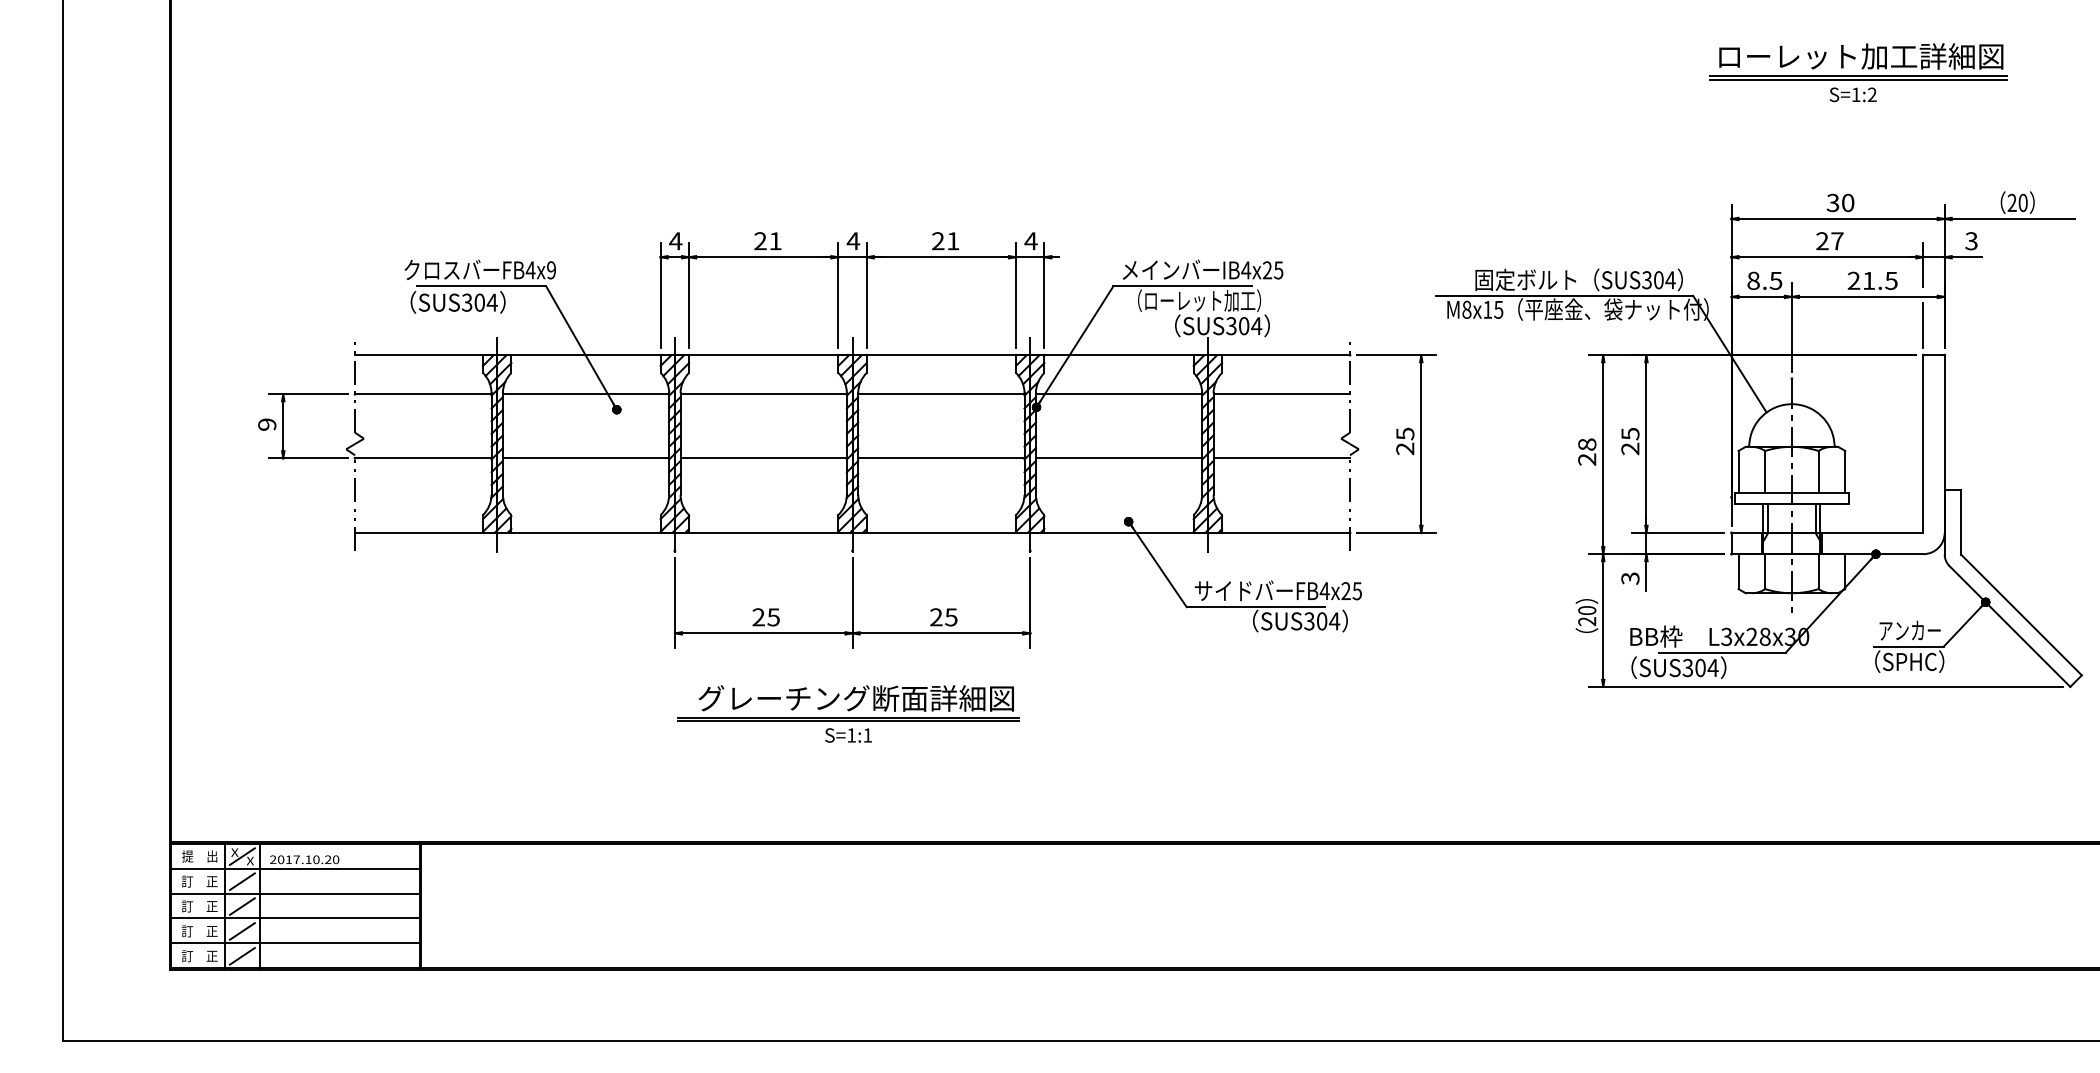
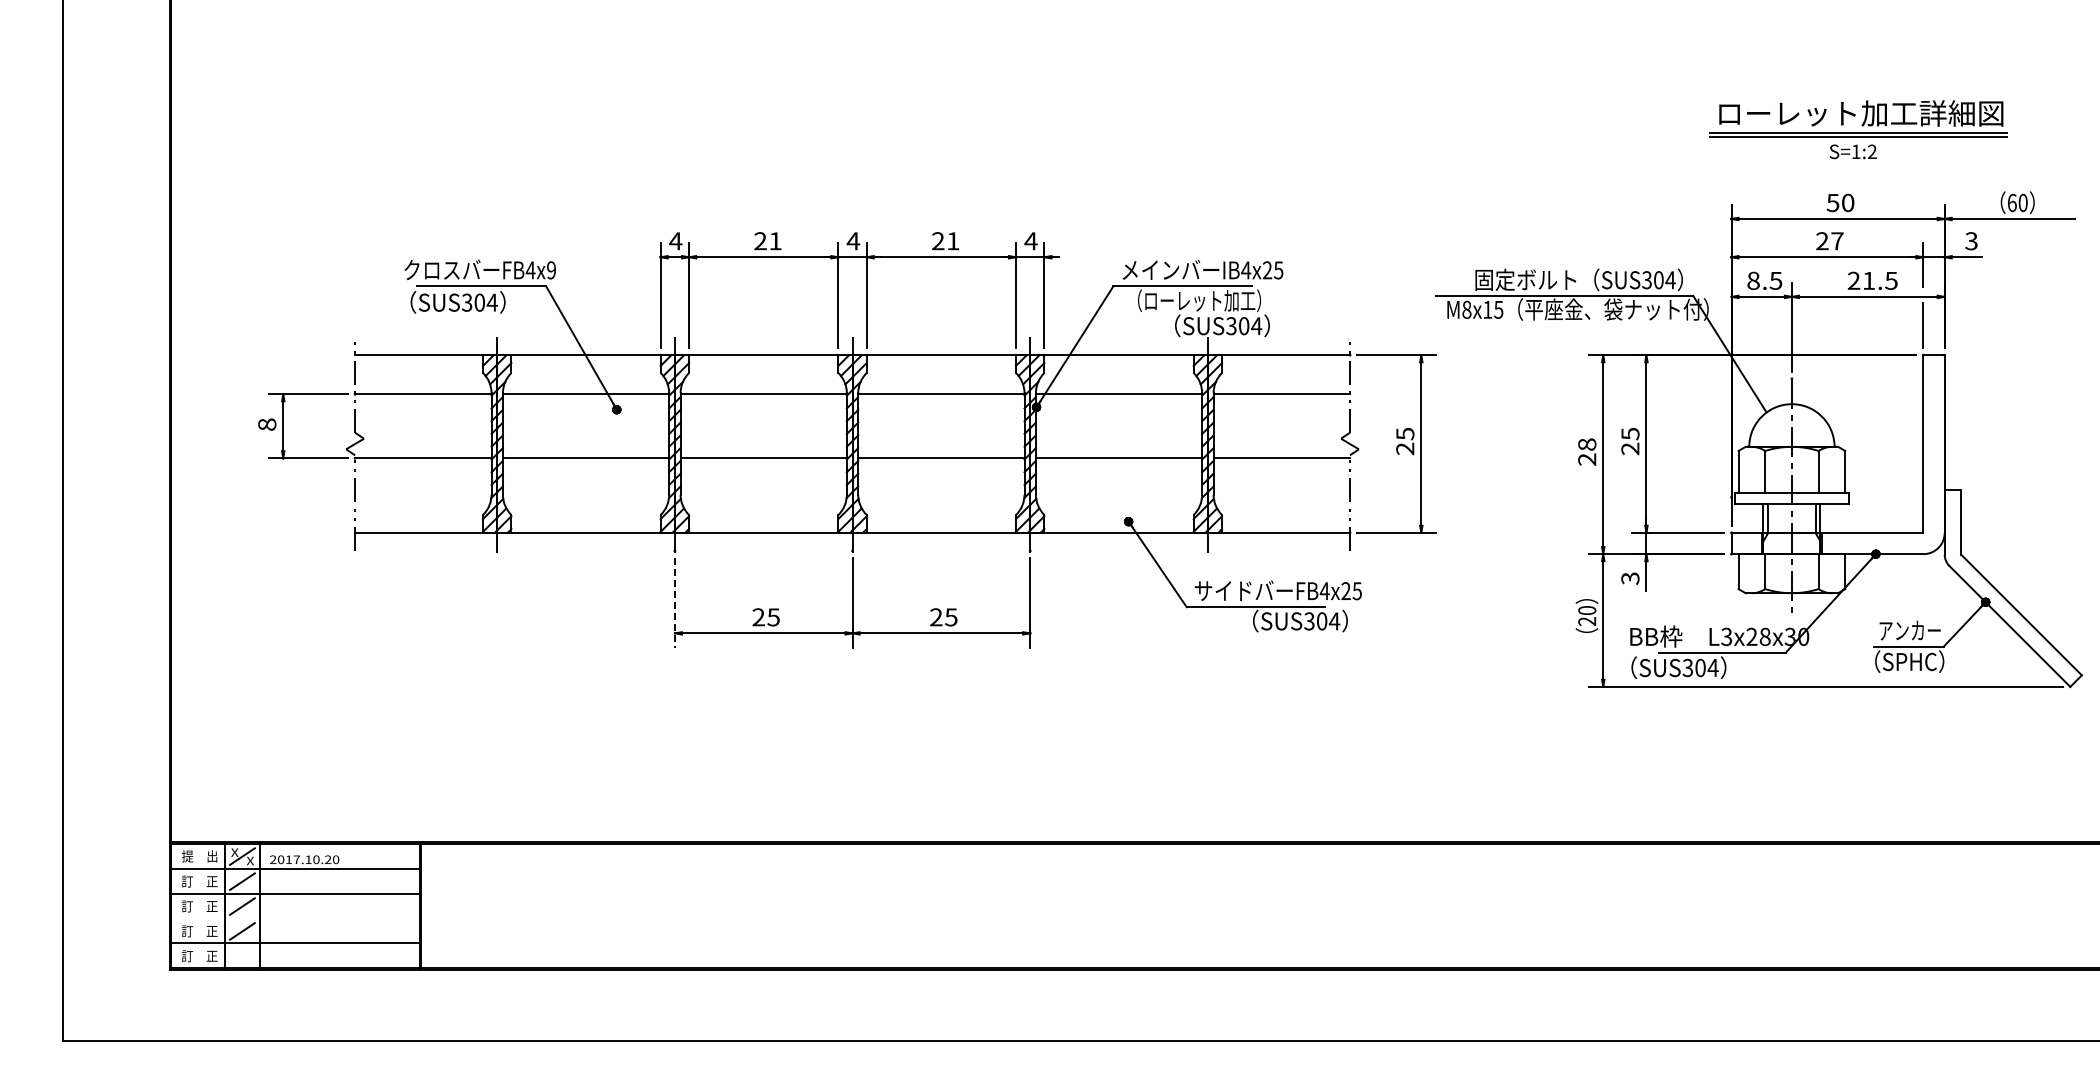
part at (1858, 72) position: (1858, 72) -> (1858, 129)
text at (1833, 202): 30 -> 50
text at (2011, 202): 20 -> 60
text at (267, 424): 9 -> 8
line at (674, 602): solid -> dashed
part at (848, 713): present -> none
line at (295, 918): present -> none
line at (242, 956): present -> none
